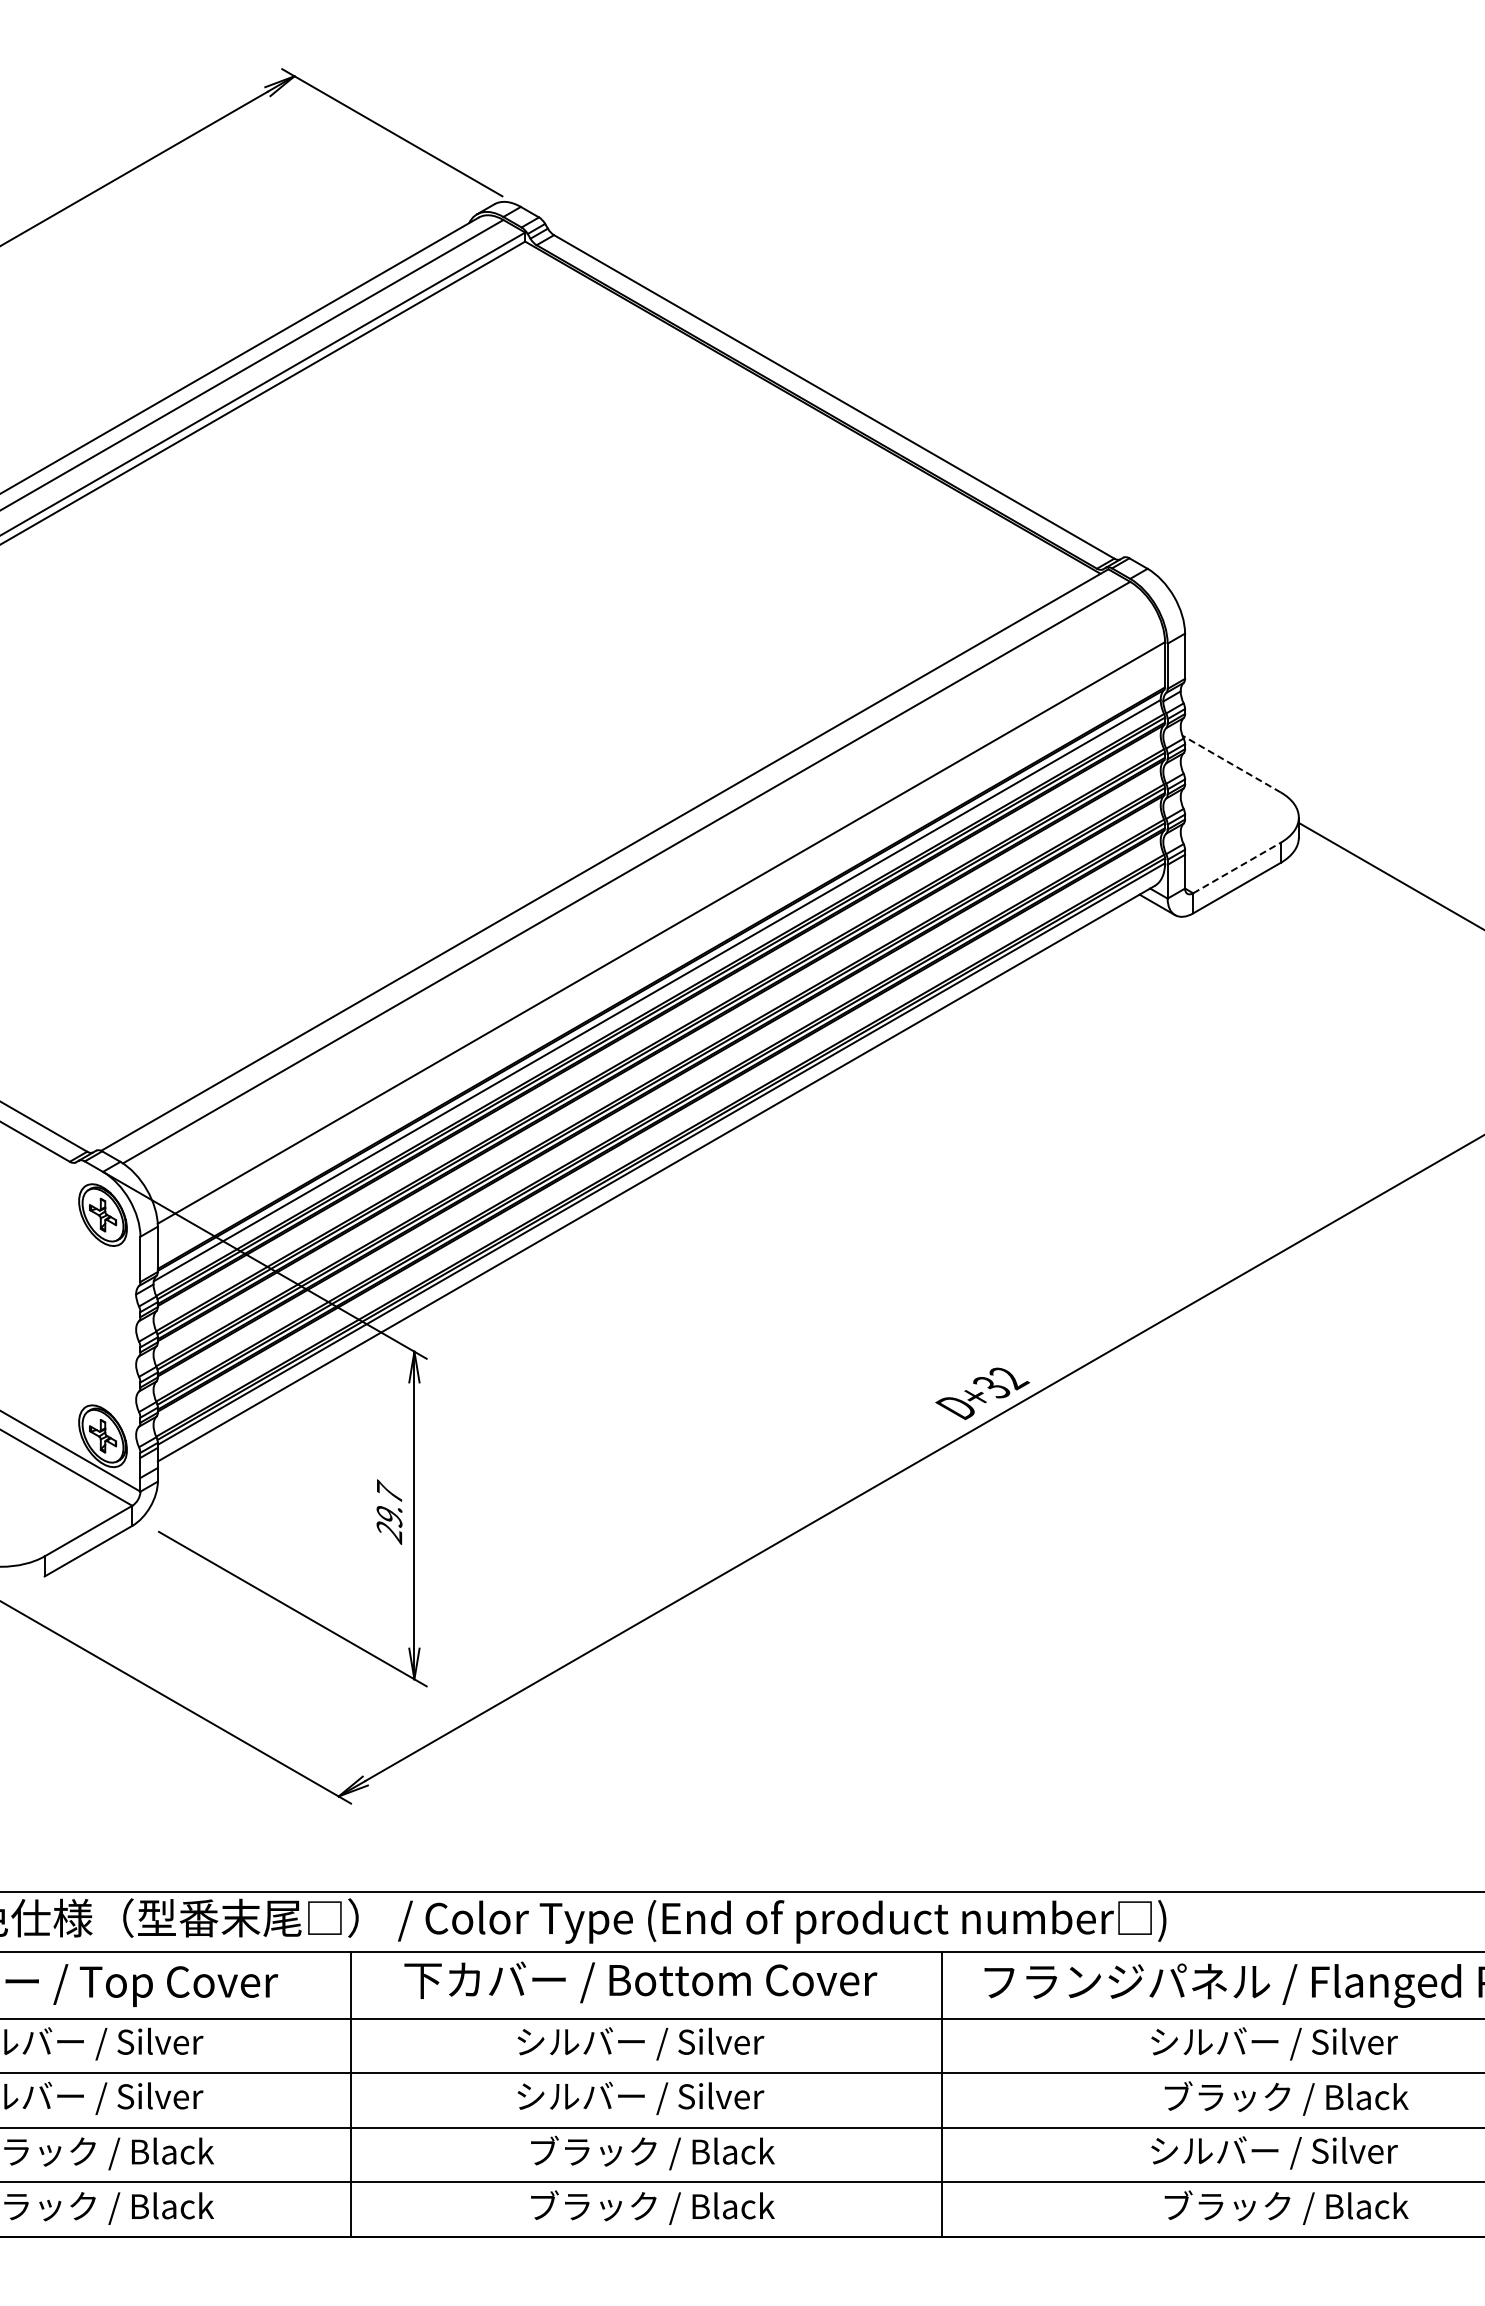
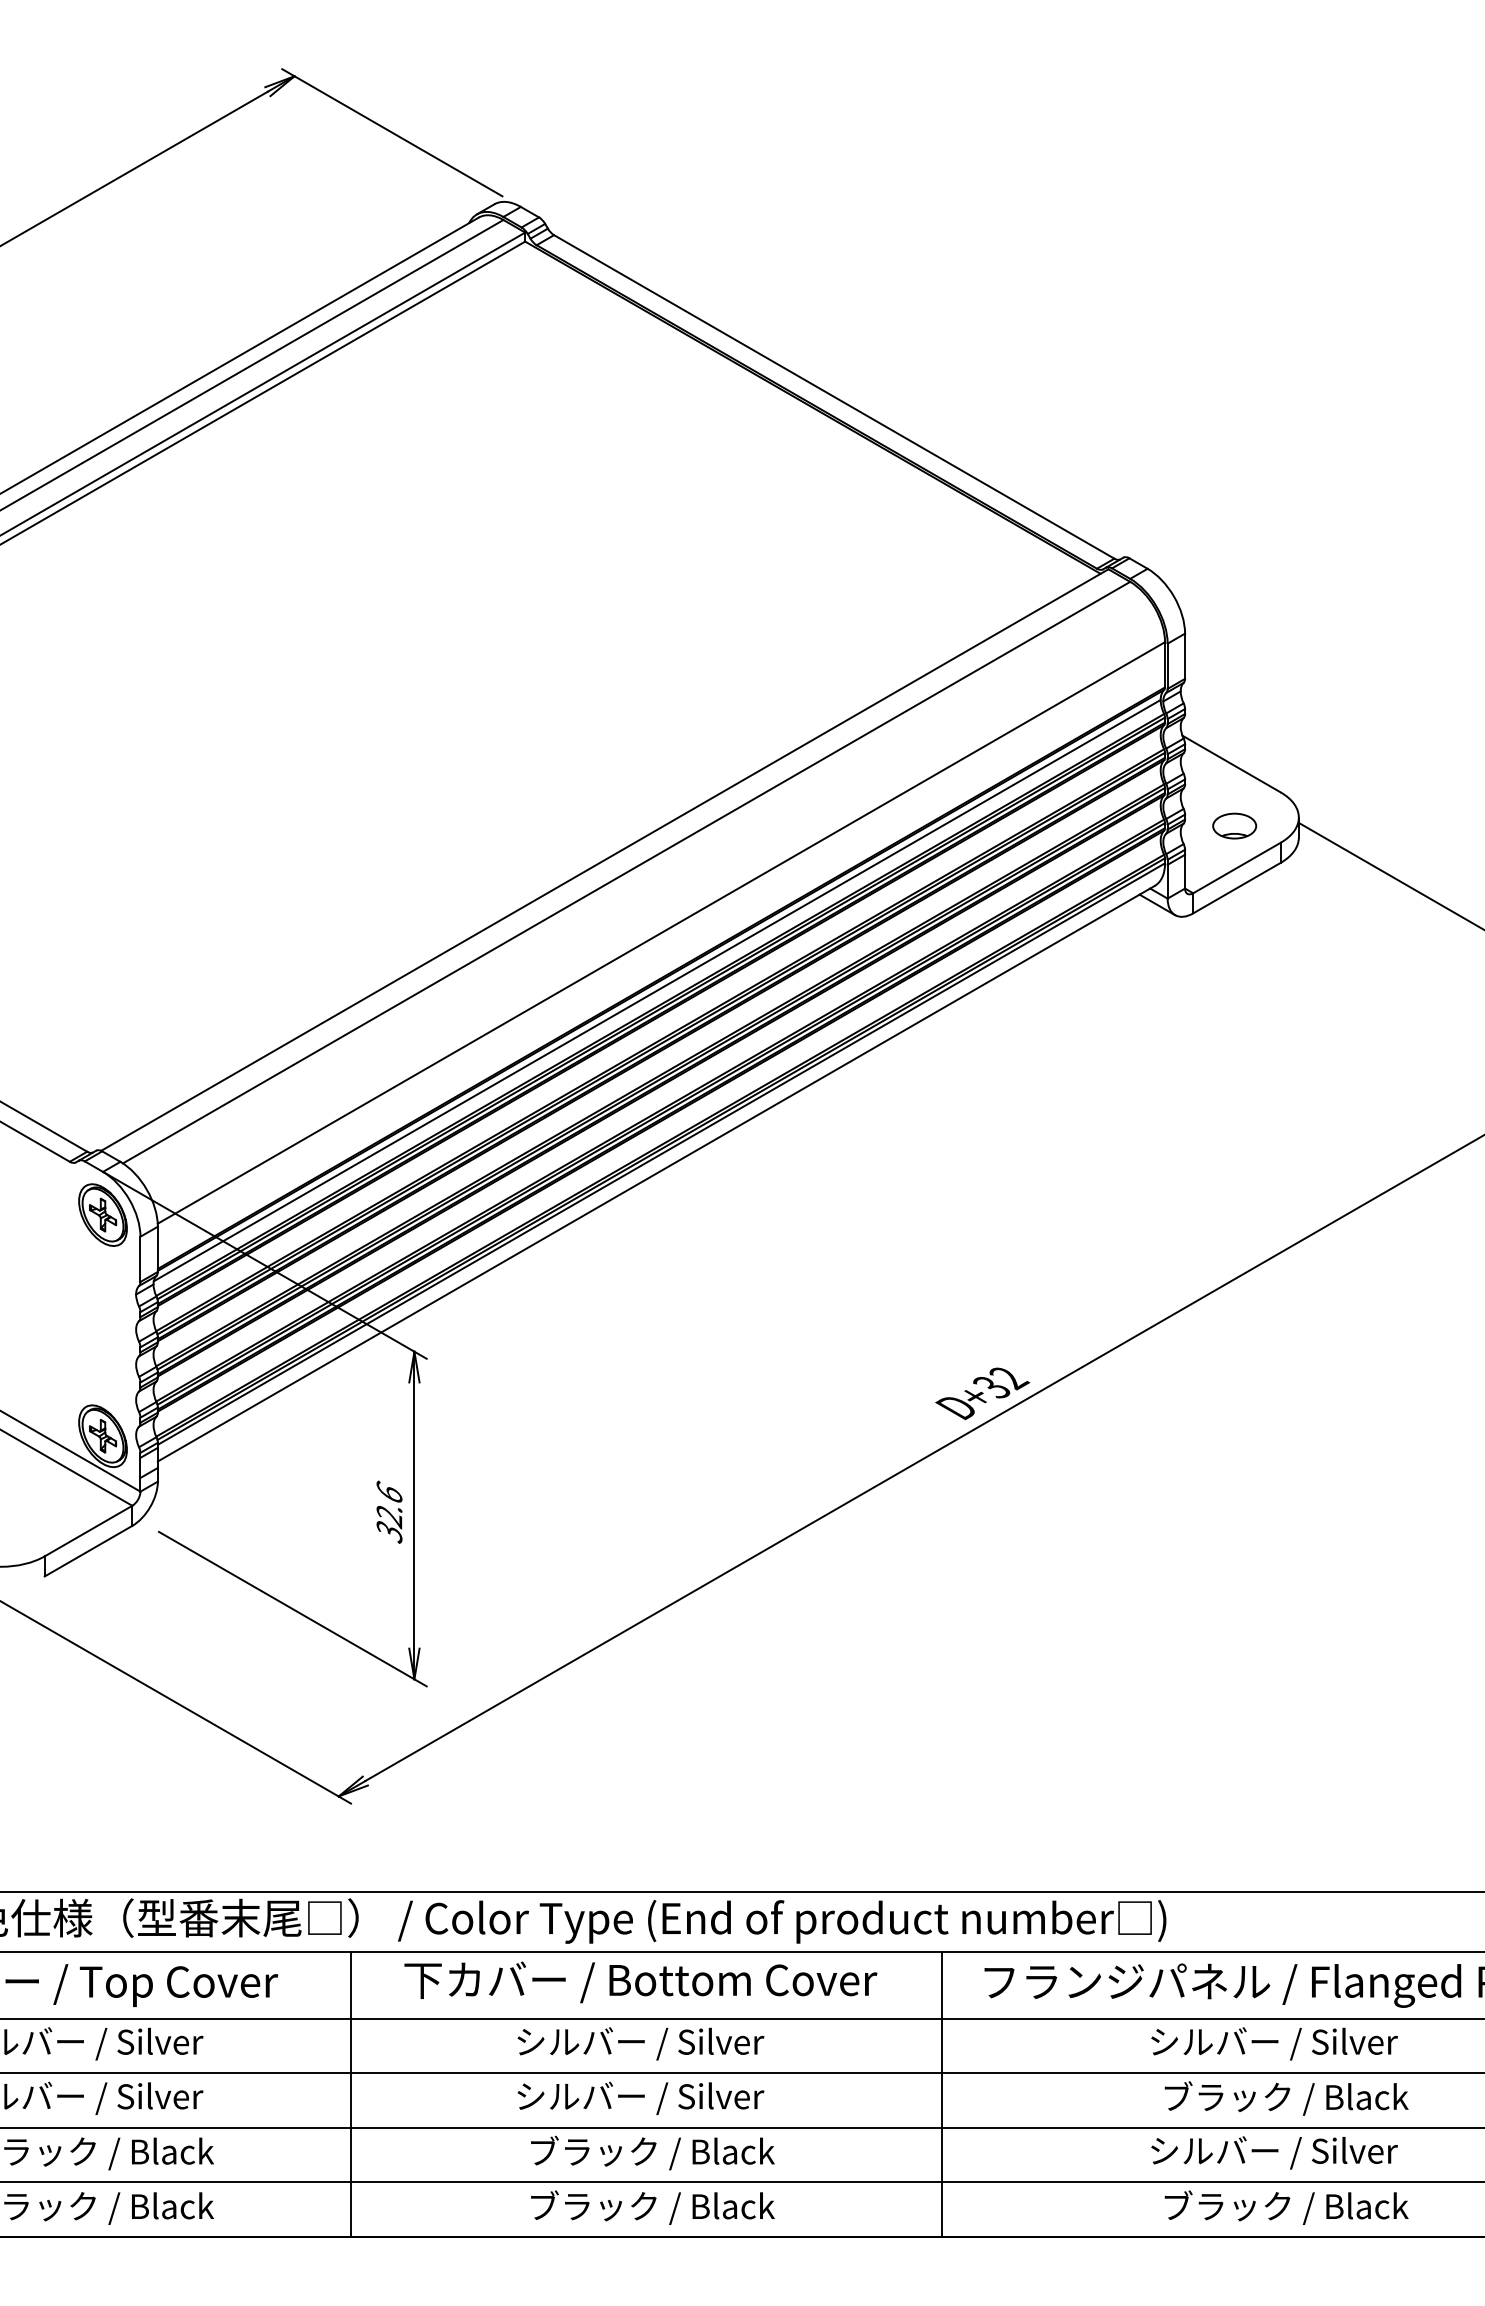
line at (1231, 764): dashed -> solid
part at (1234, 825): none -> present
line at (1237, 868): dashed -> solid
text at (389, 1511): 29.7 -> 32.6
